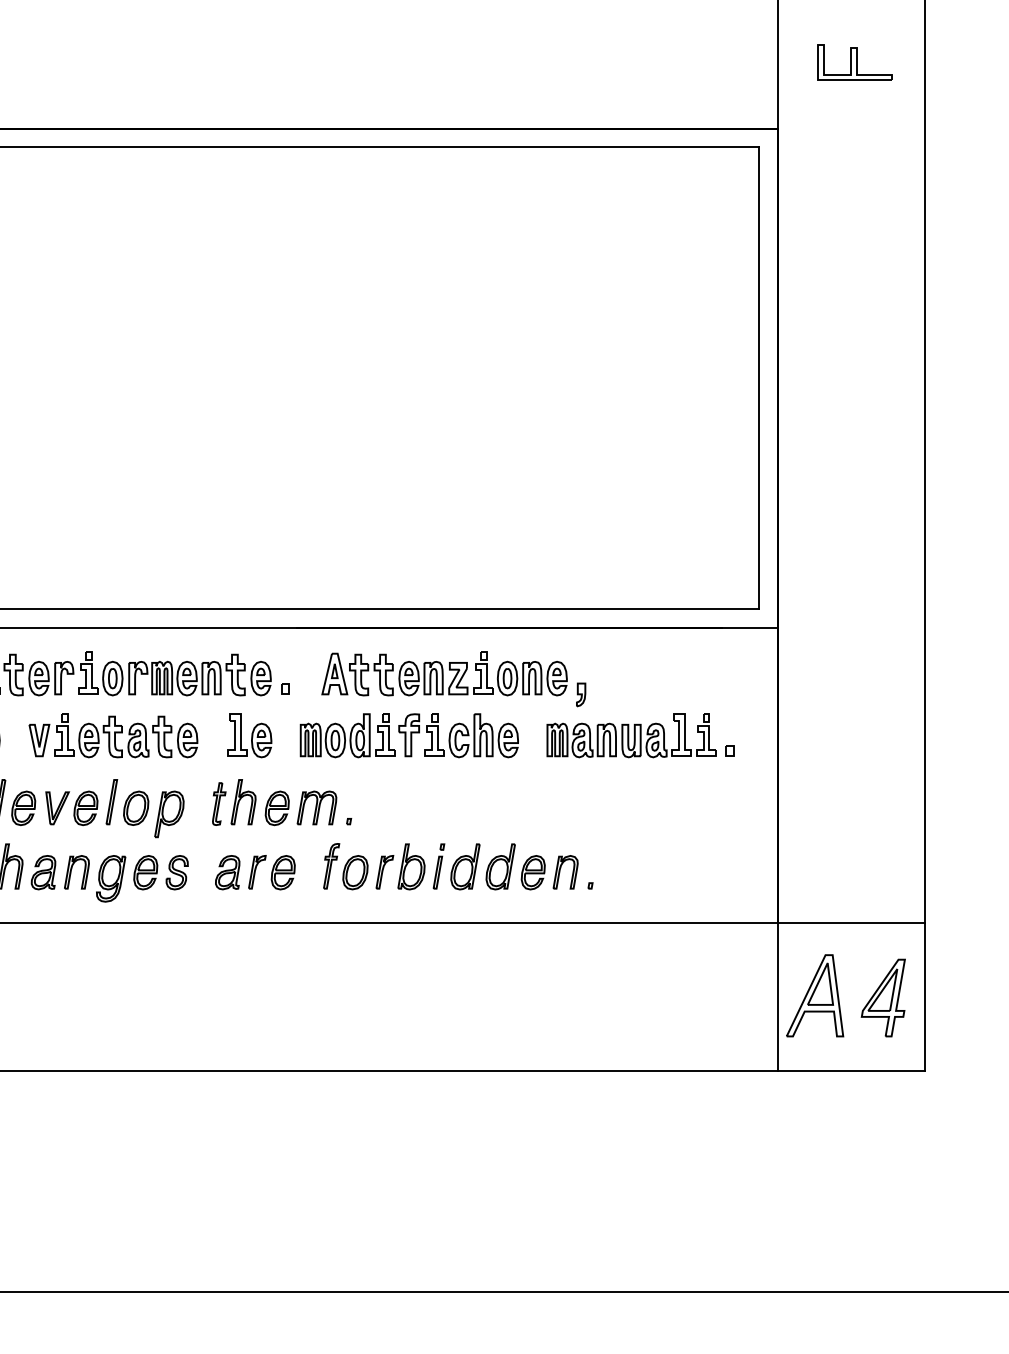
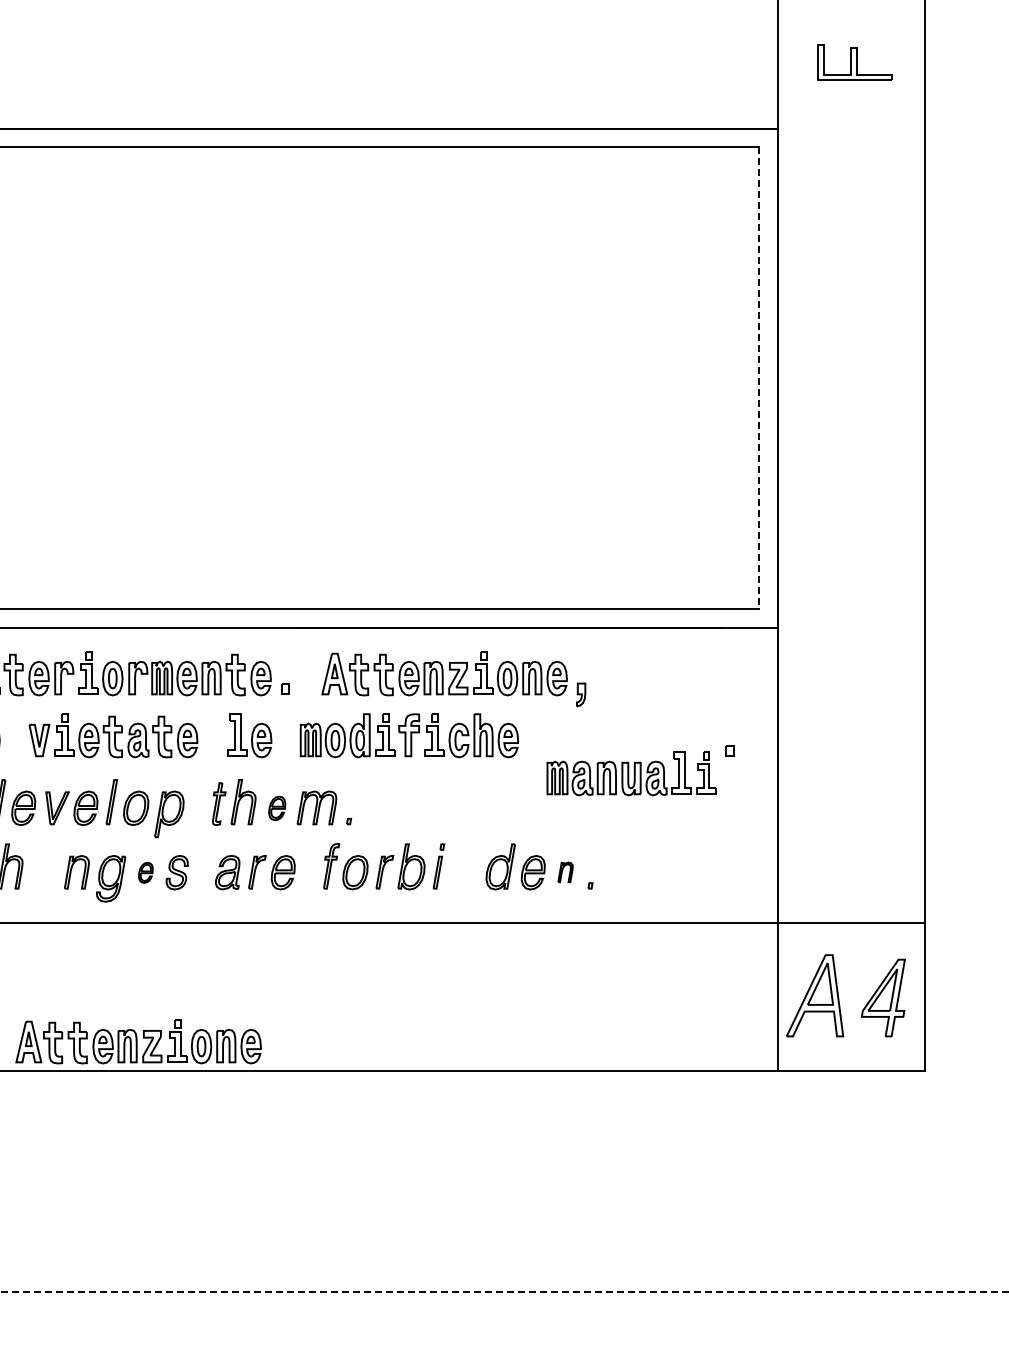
line at (759, 378): solid -> dashed
part at (631, 735) position: (631, 735) -> (631, 773)
part at (276, 808) size: 26x37 px -> 19x26 px
part at (465, 866): present -> none
part at (43, 872): present -> none
part at (145, 872) size: 26x36 px -> 16x23 px
part at (565, 872) size: 27x35 px -> 17x23 px
part at (138, 1041): none -> present
line at (505, 1292): solid -> dashed
